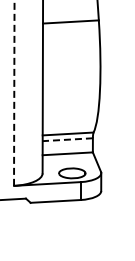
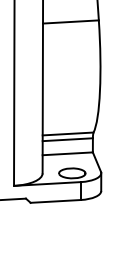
line at (14, 92): dashed -> solid
line at (67, 139): dashed -> solid
